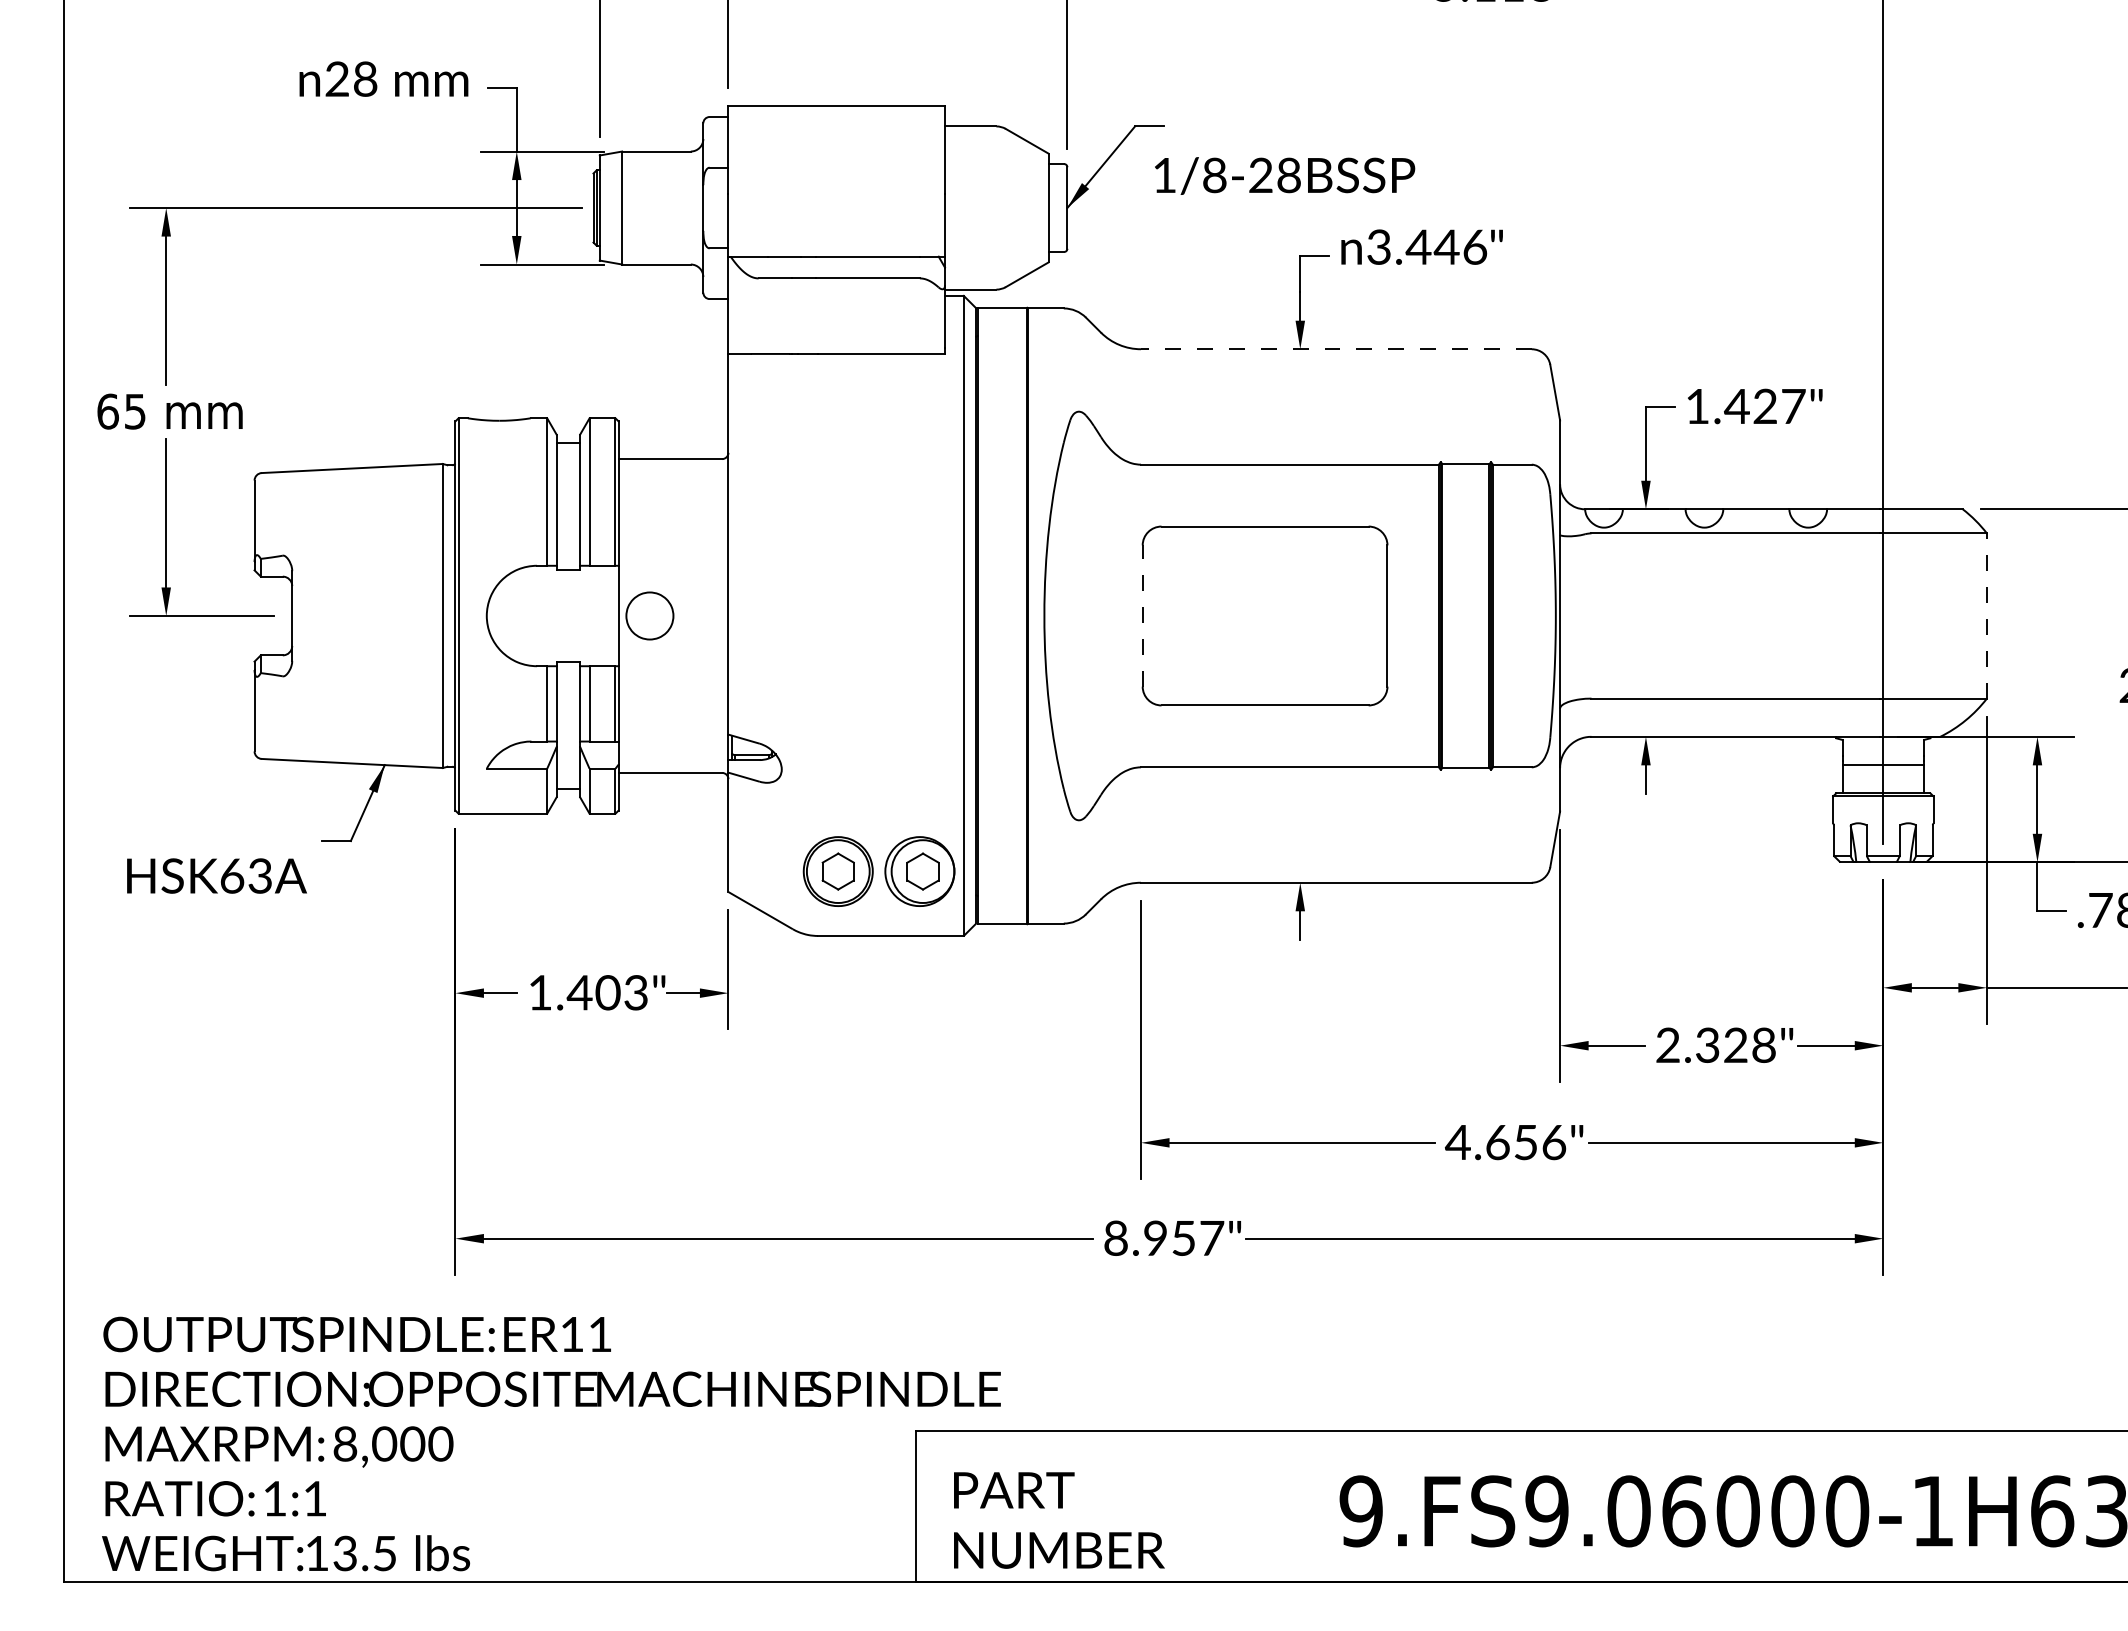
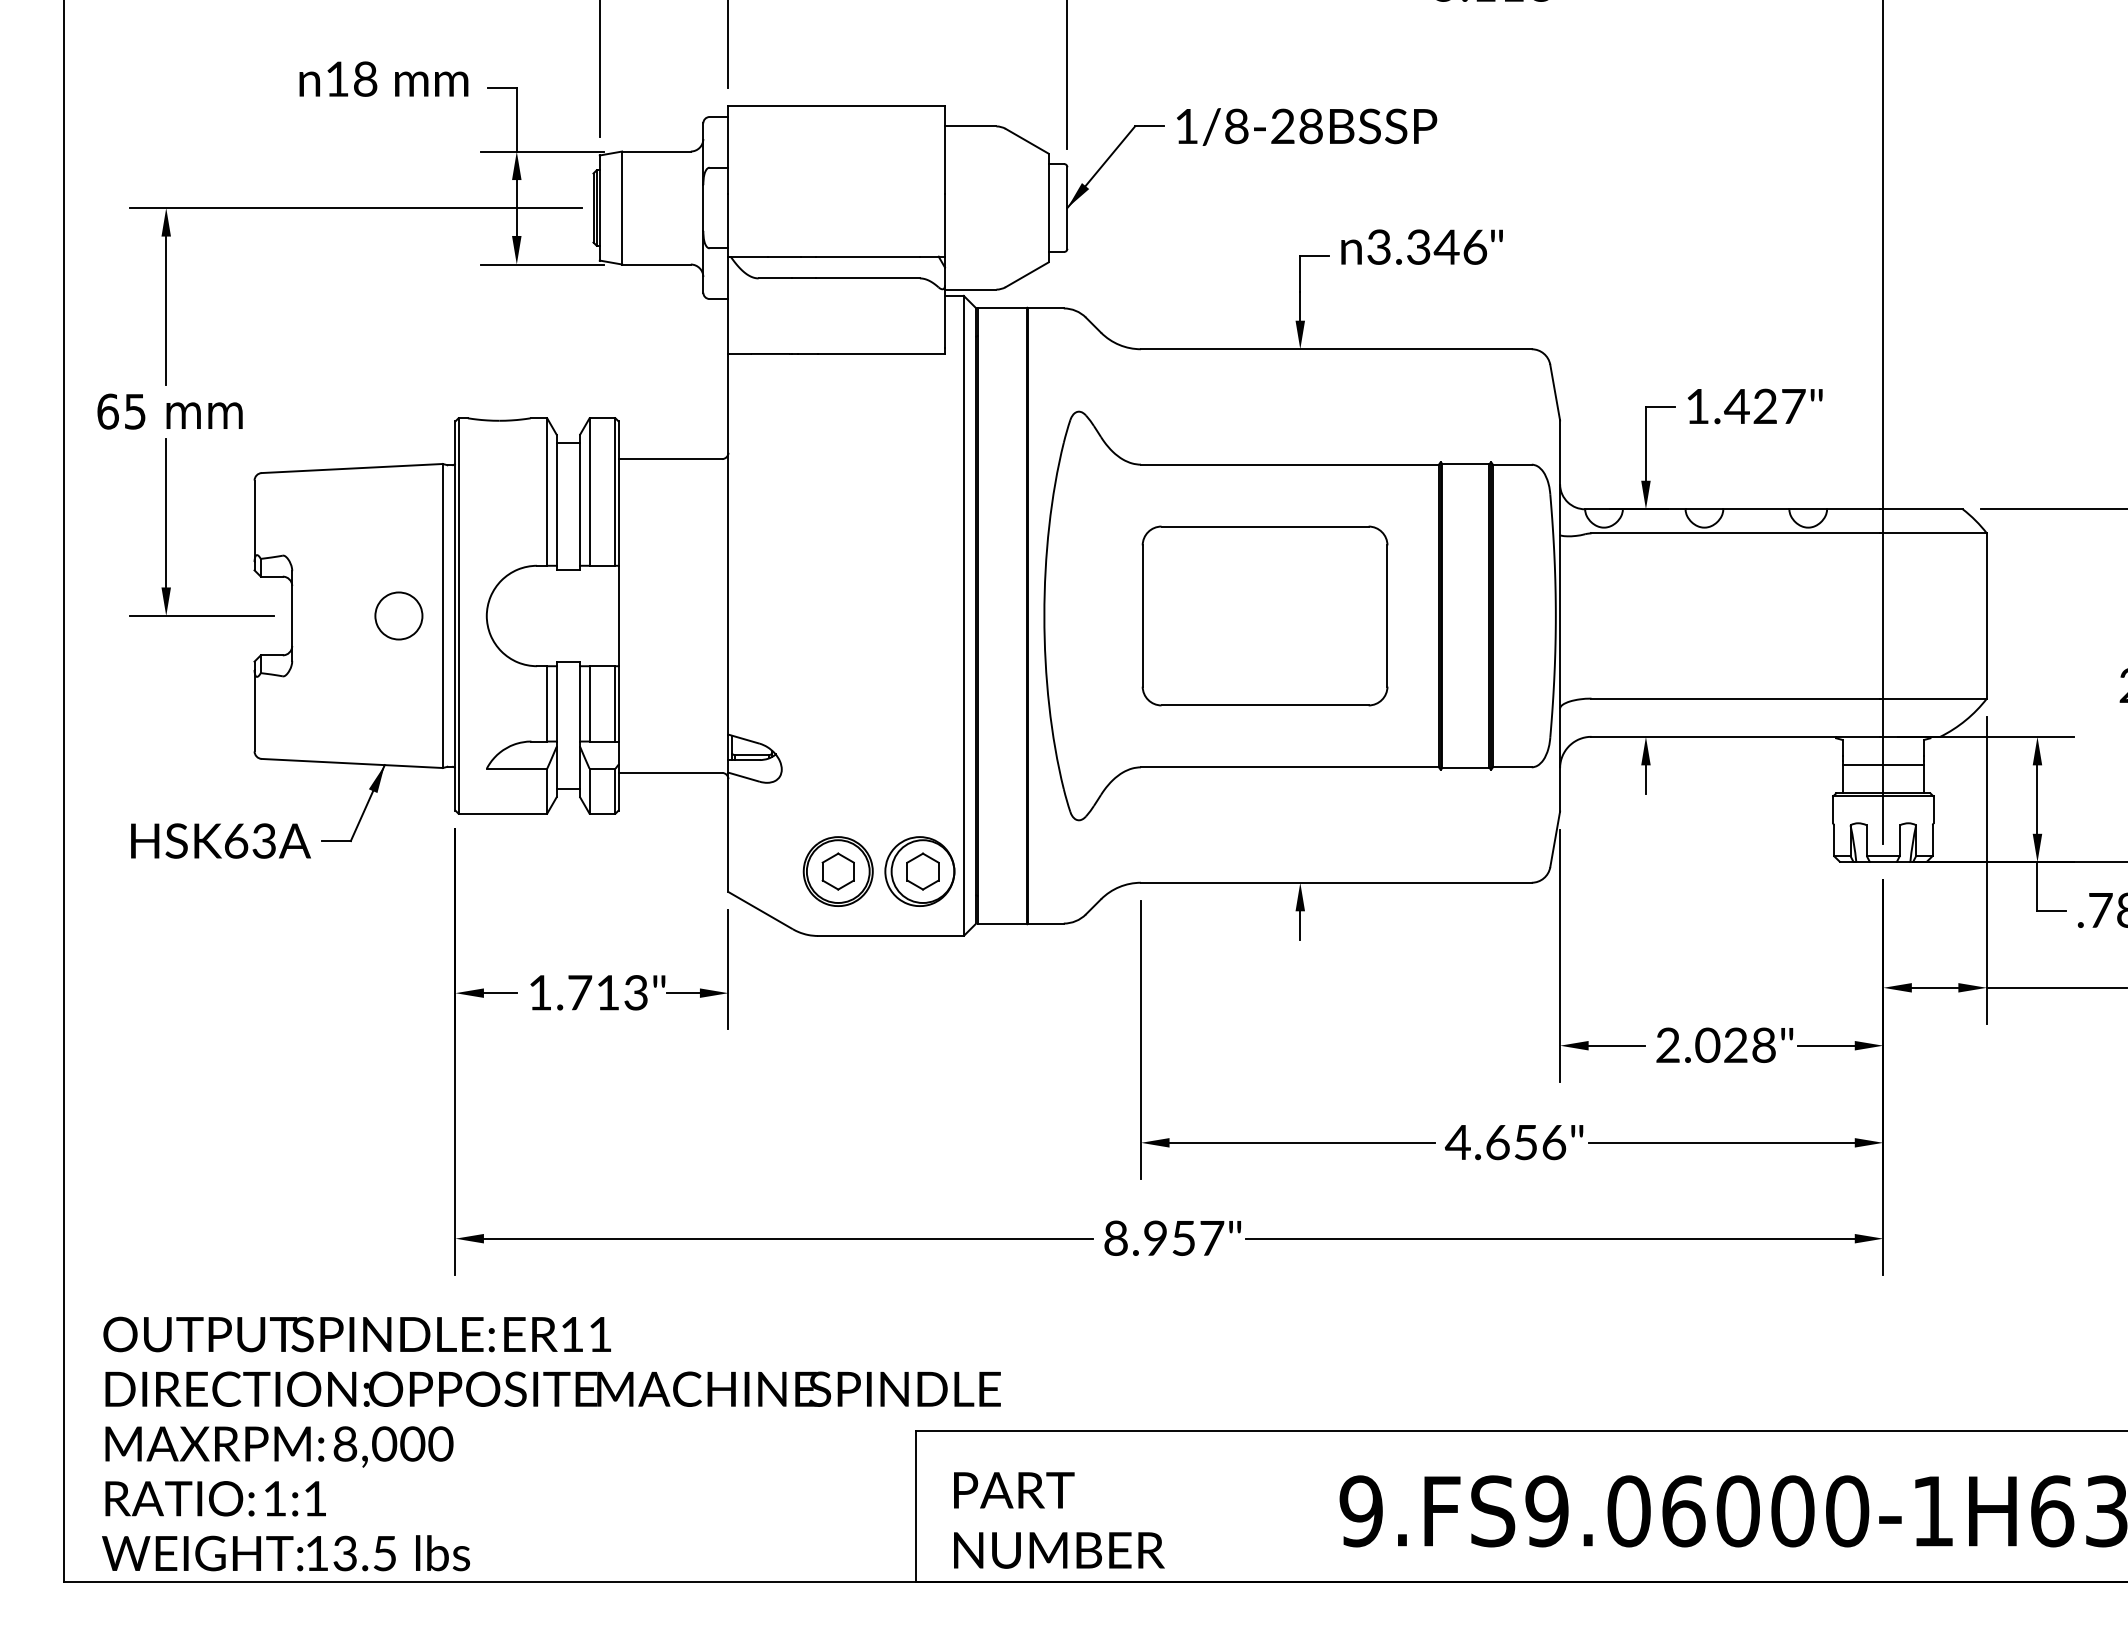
text at (336, 78): 28 -> 18
text at (1285, 175) position: (1285, 175) -> (1307, 126)
text at (1418, 246): 3.446 -> 3.346
line at (1335, 349): dashed -> solid
part at (649, 615) position: (649, 615) -> (398, 615)
line at (1142, 616): dashed -> solid
line at (1986, 616): dashed -> solid
text at (216, 875) position: (216, 875) -> (220, 840)
text at (593, 992): 1.403" -> 1.713"
text at (1707, 1044): 2.328" -> 2.028"
